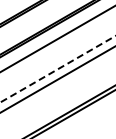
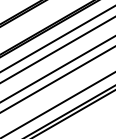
line at (57, 50): none -> present
line at (57, 69): dashed -> solid
line at (58, 104): none -> present
